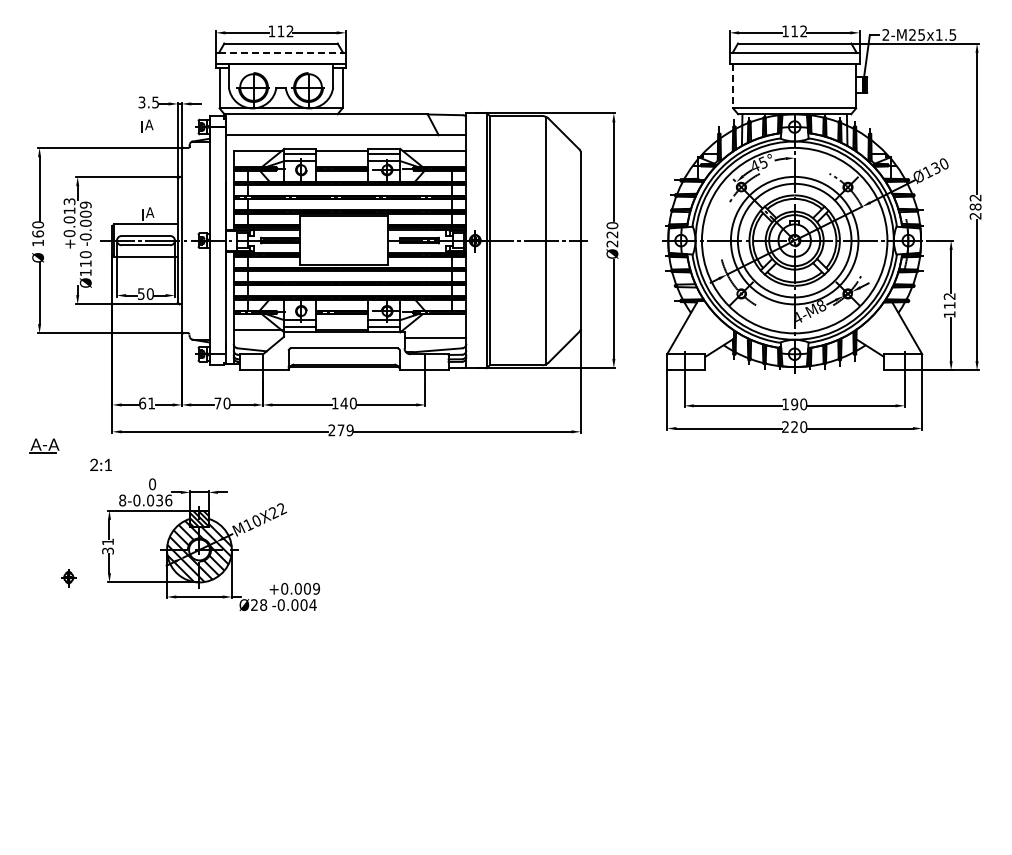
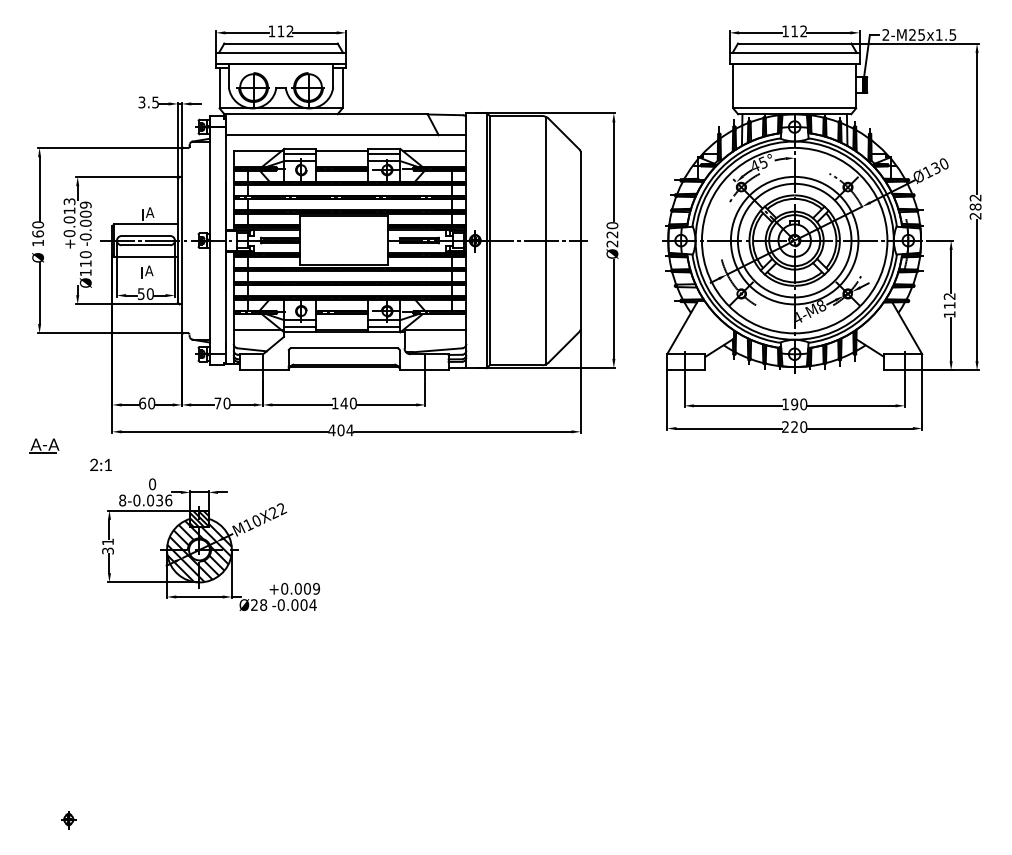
line at (281, 52): dashed -> solid
line at (733, 86): dashed -> solid
part at (147, 125) position: (147, 125) -> (147, 271)
line at (435, 338) position: (435, 338) -> (435, 330)
text at (151, 403): 61 -> 60
text at (340, 430): 279 -> 404
part at (68, 578) position: (68, 578) -> (68, 820)
